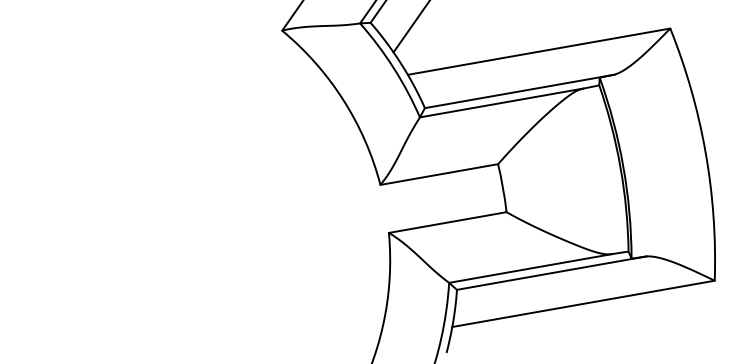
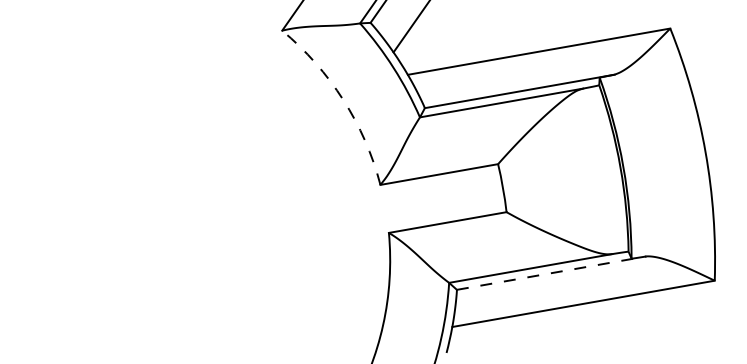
arc at (343, 100): solid -> dashed
line at (552, 273): solid -> dashed
